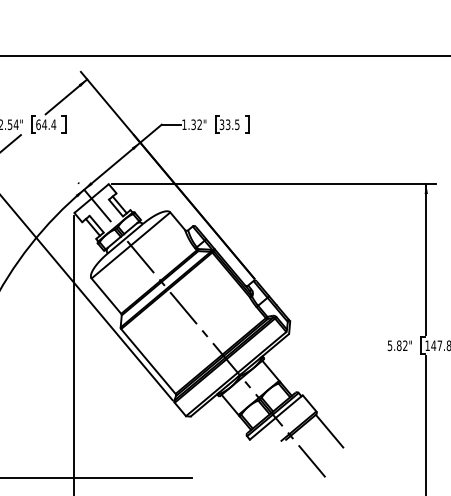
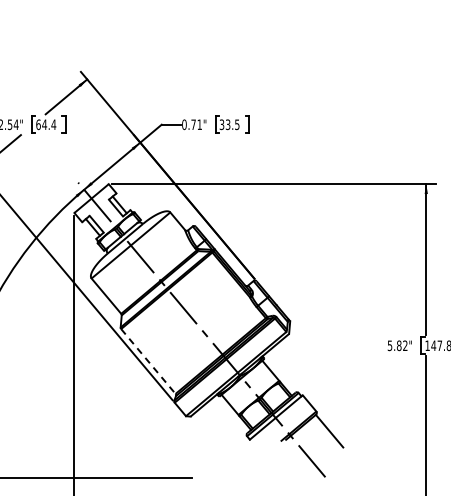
line at (224, 55): present -> none
text at (191, 124): 1.32" -> 0.71"
line at (148, 361): solid -> dashed
